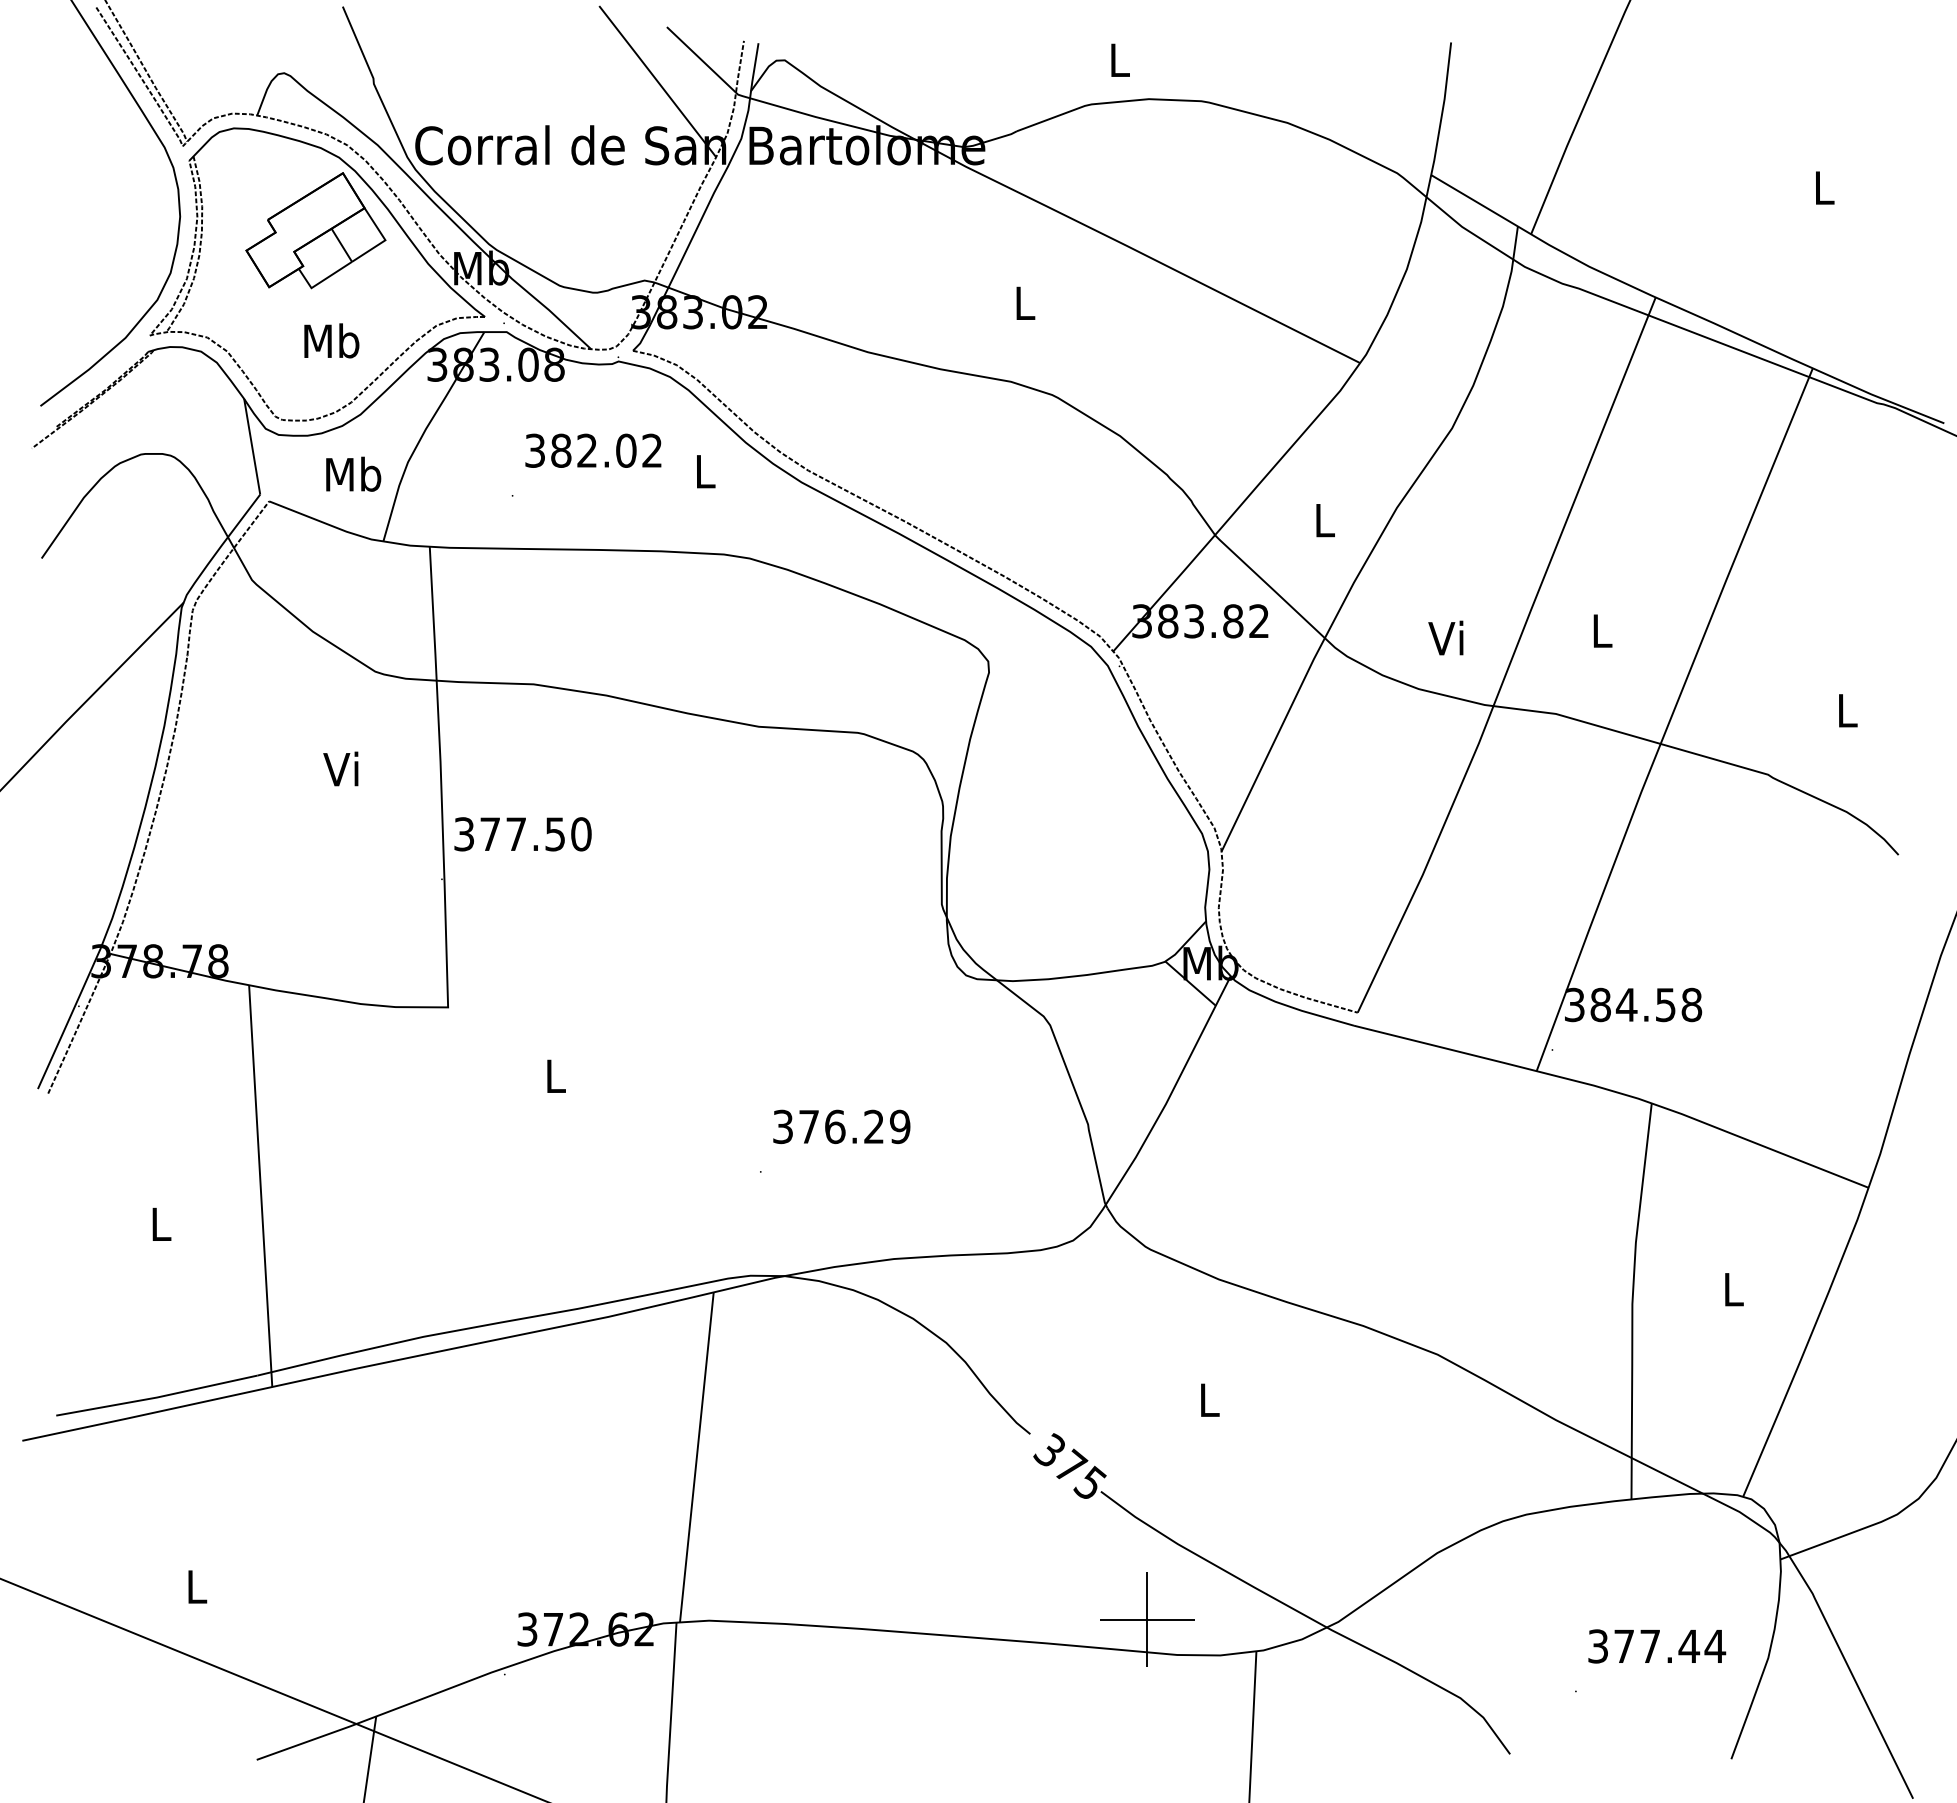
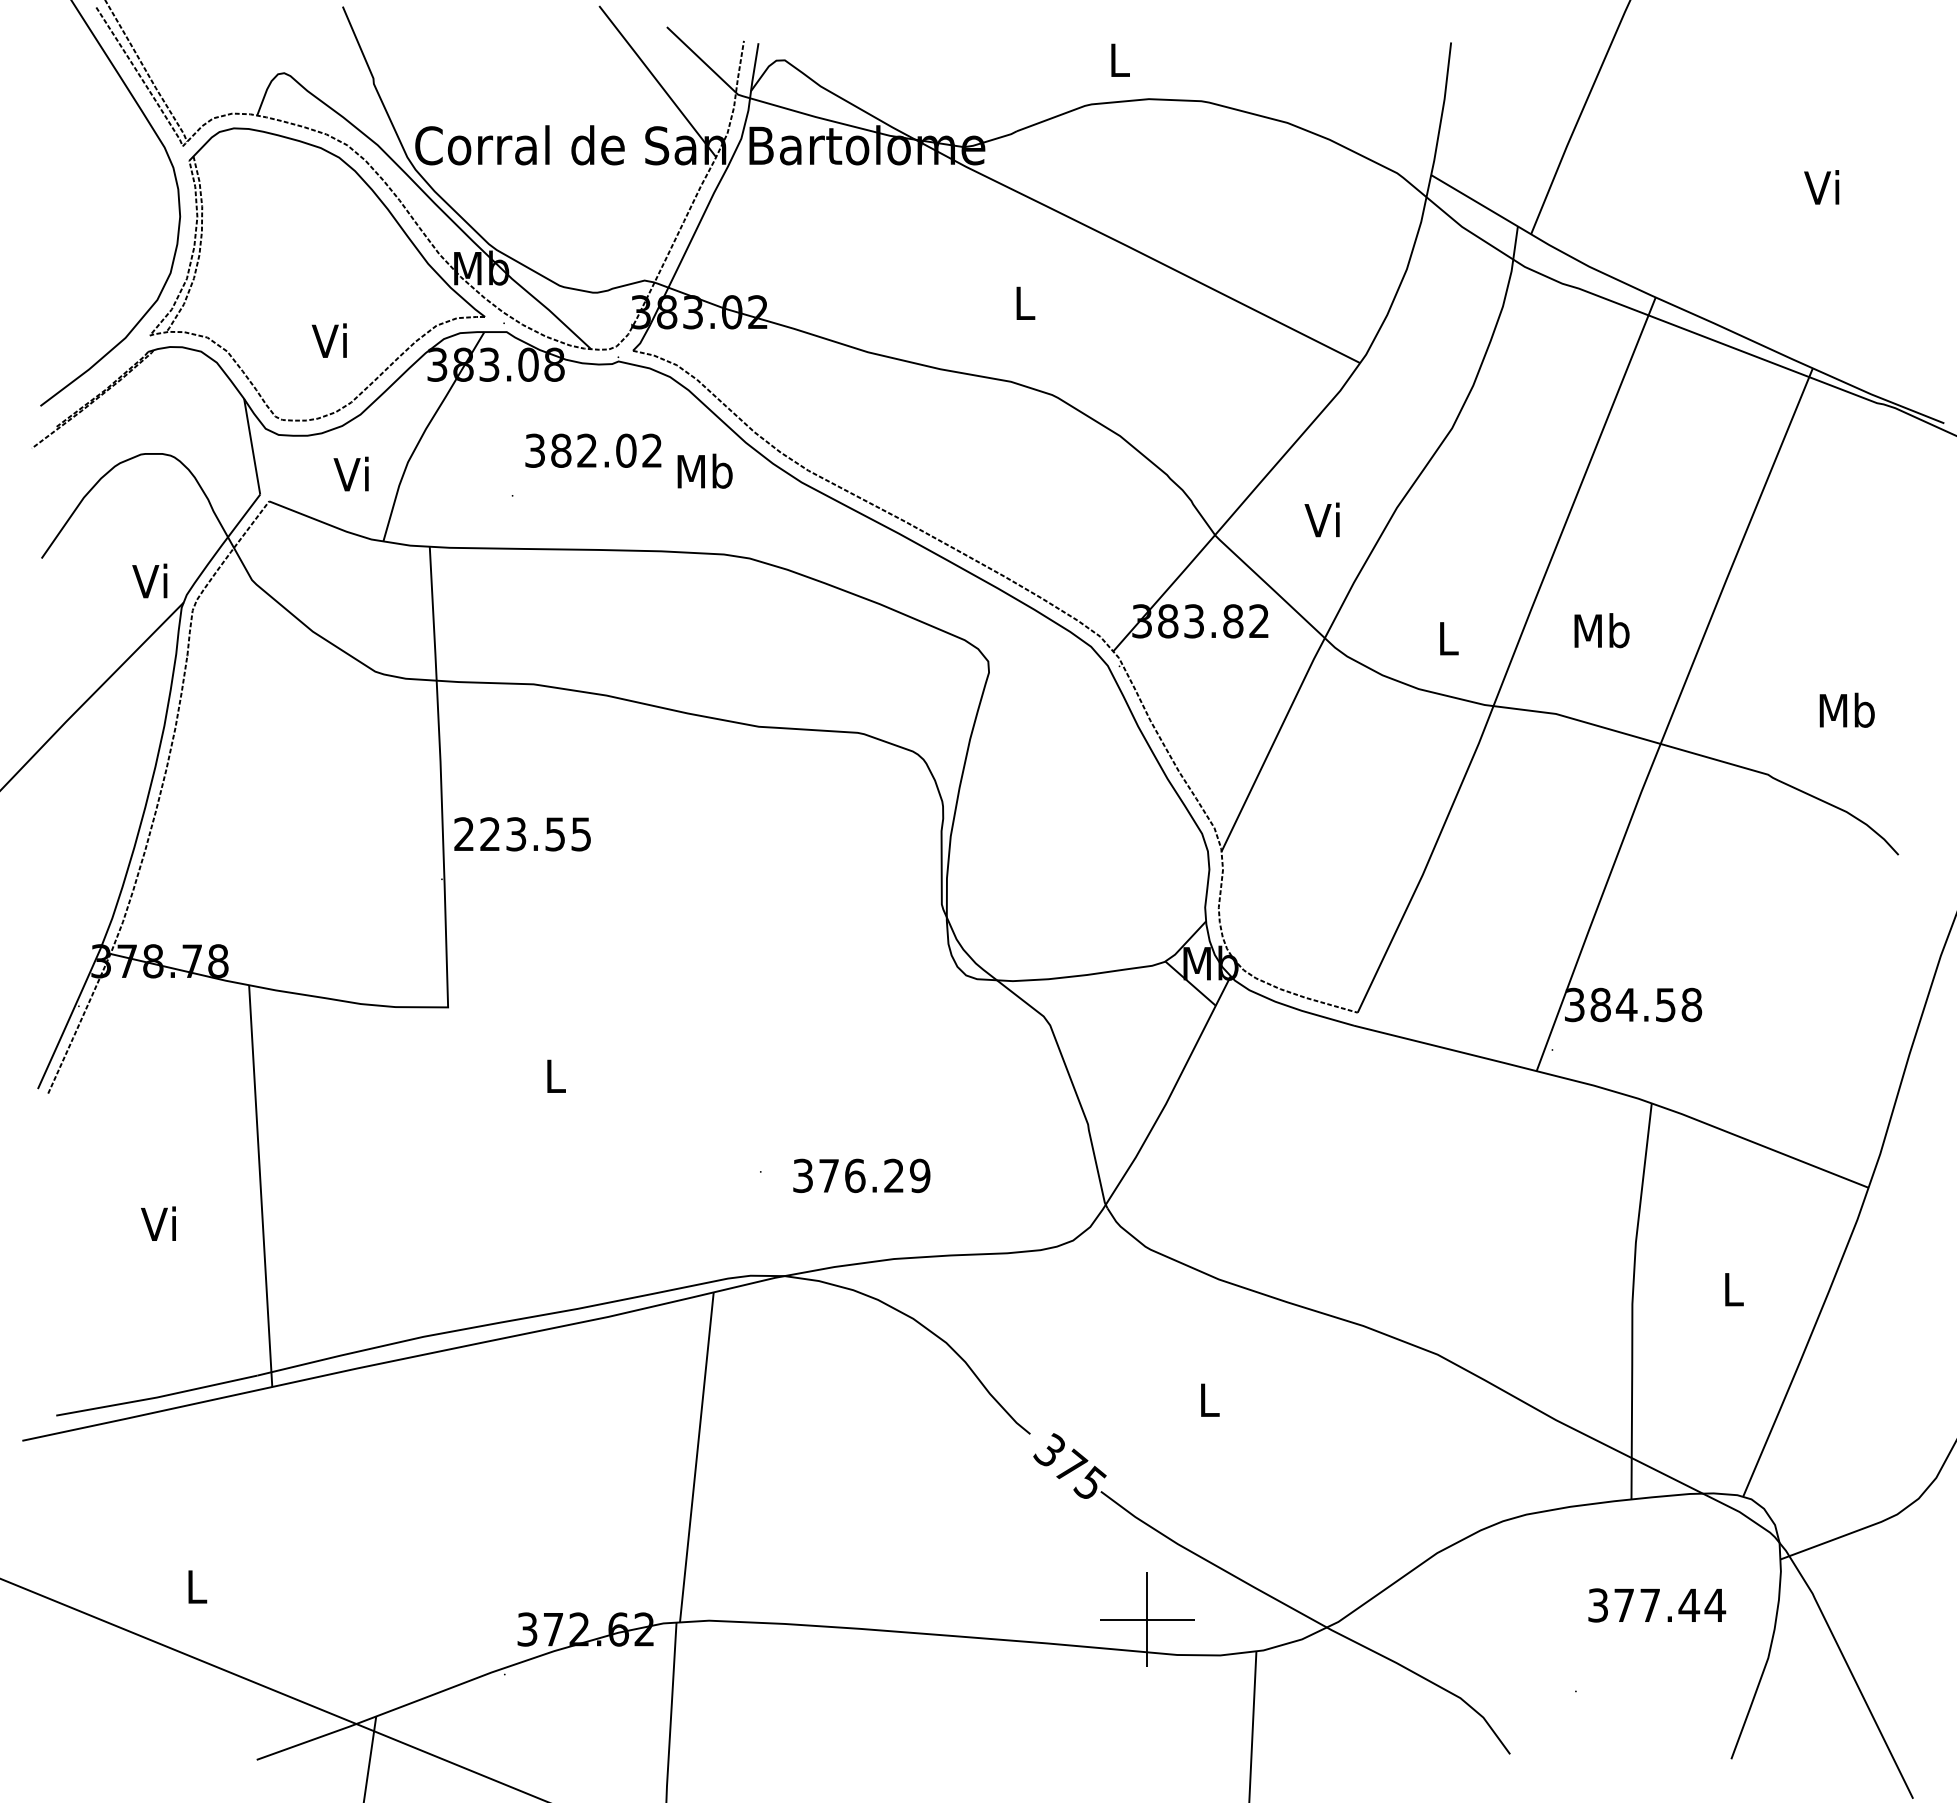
text at (1821, 187): L -> Vi
part at (315, 230): present -> none
text at (331, 340): Mb -> Vi
text at (704, 470): L -> Mb
text at (353, 473): Mb -> Vi
text at (1321, 519): L -> Vi
text at (1601, 630): L -> Mb
text at (1445, 637): Vi -> L
text at (1846, 709): L -> Mb
text at (340, 768) position: (340, 768) -> (149, 580)
text at (522, 834): 377.50 -> 223.55
text at (841, 1126) position: (841, 1126) -> (861, 1175)
text at (158, 1223): L -> Vi
text at (1657, 1646) position: (1657, 1646) -> (1657, 1605)
